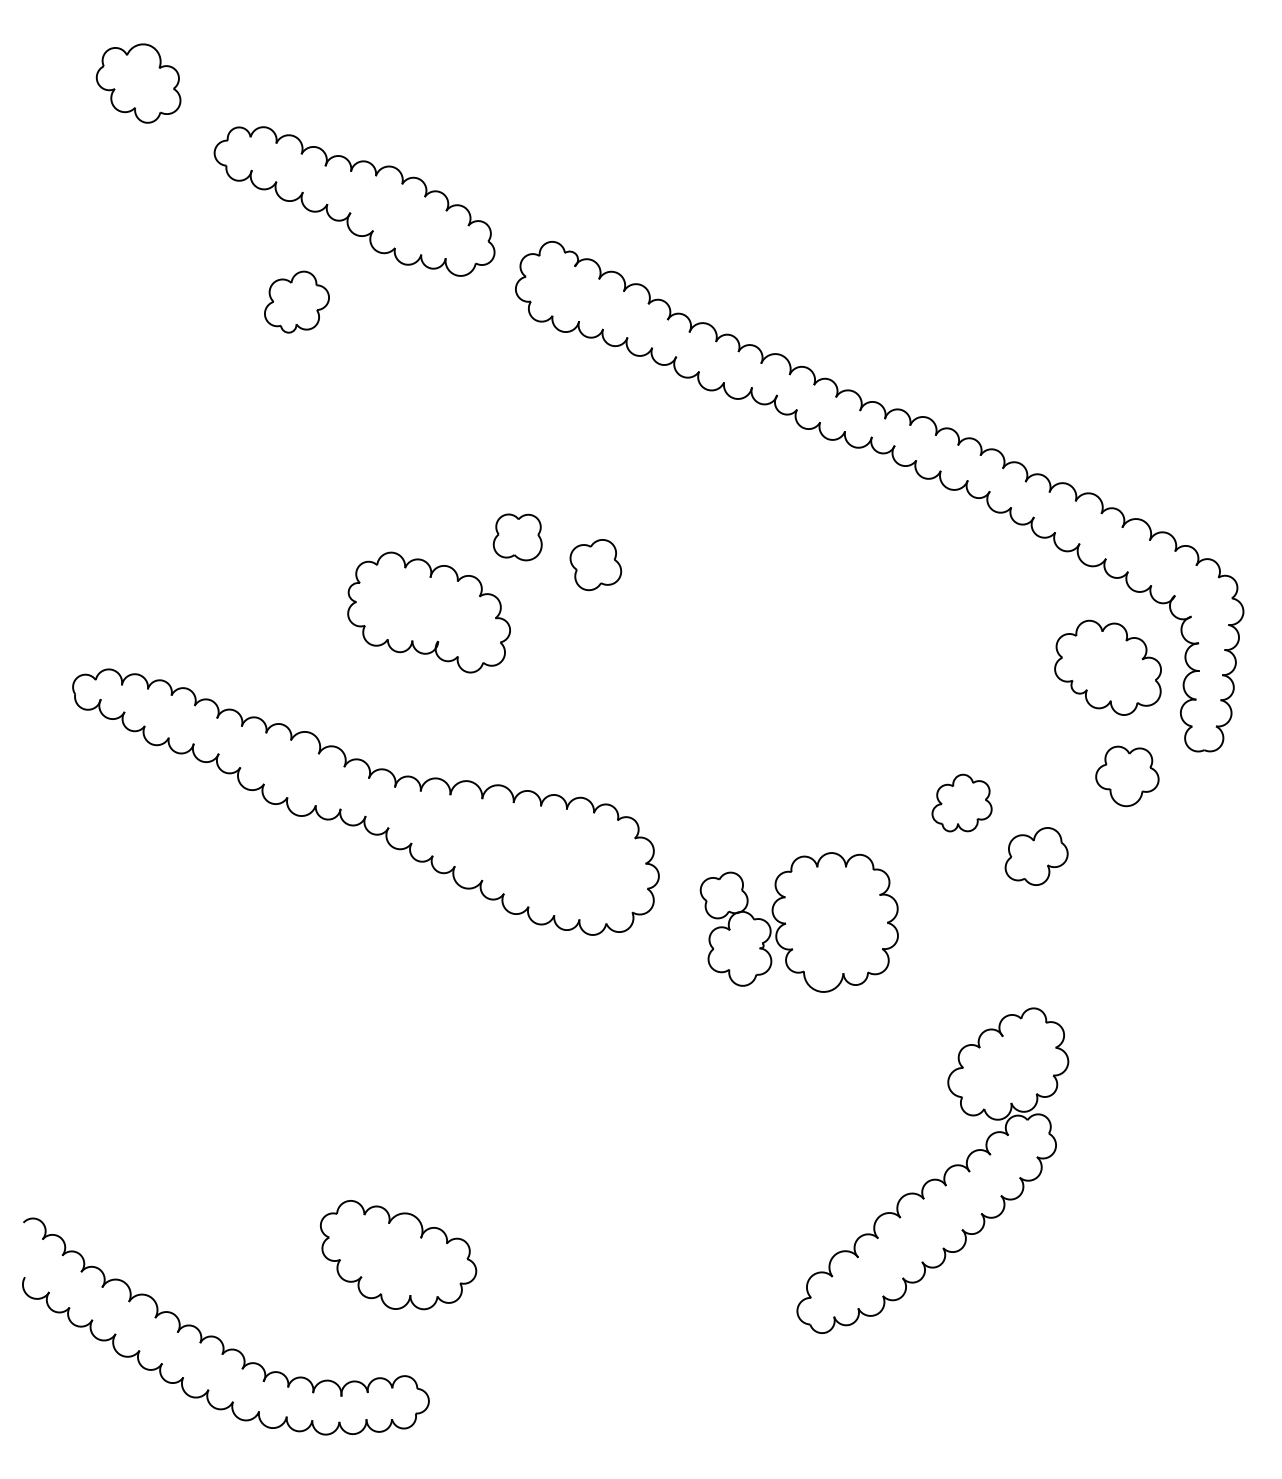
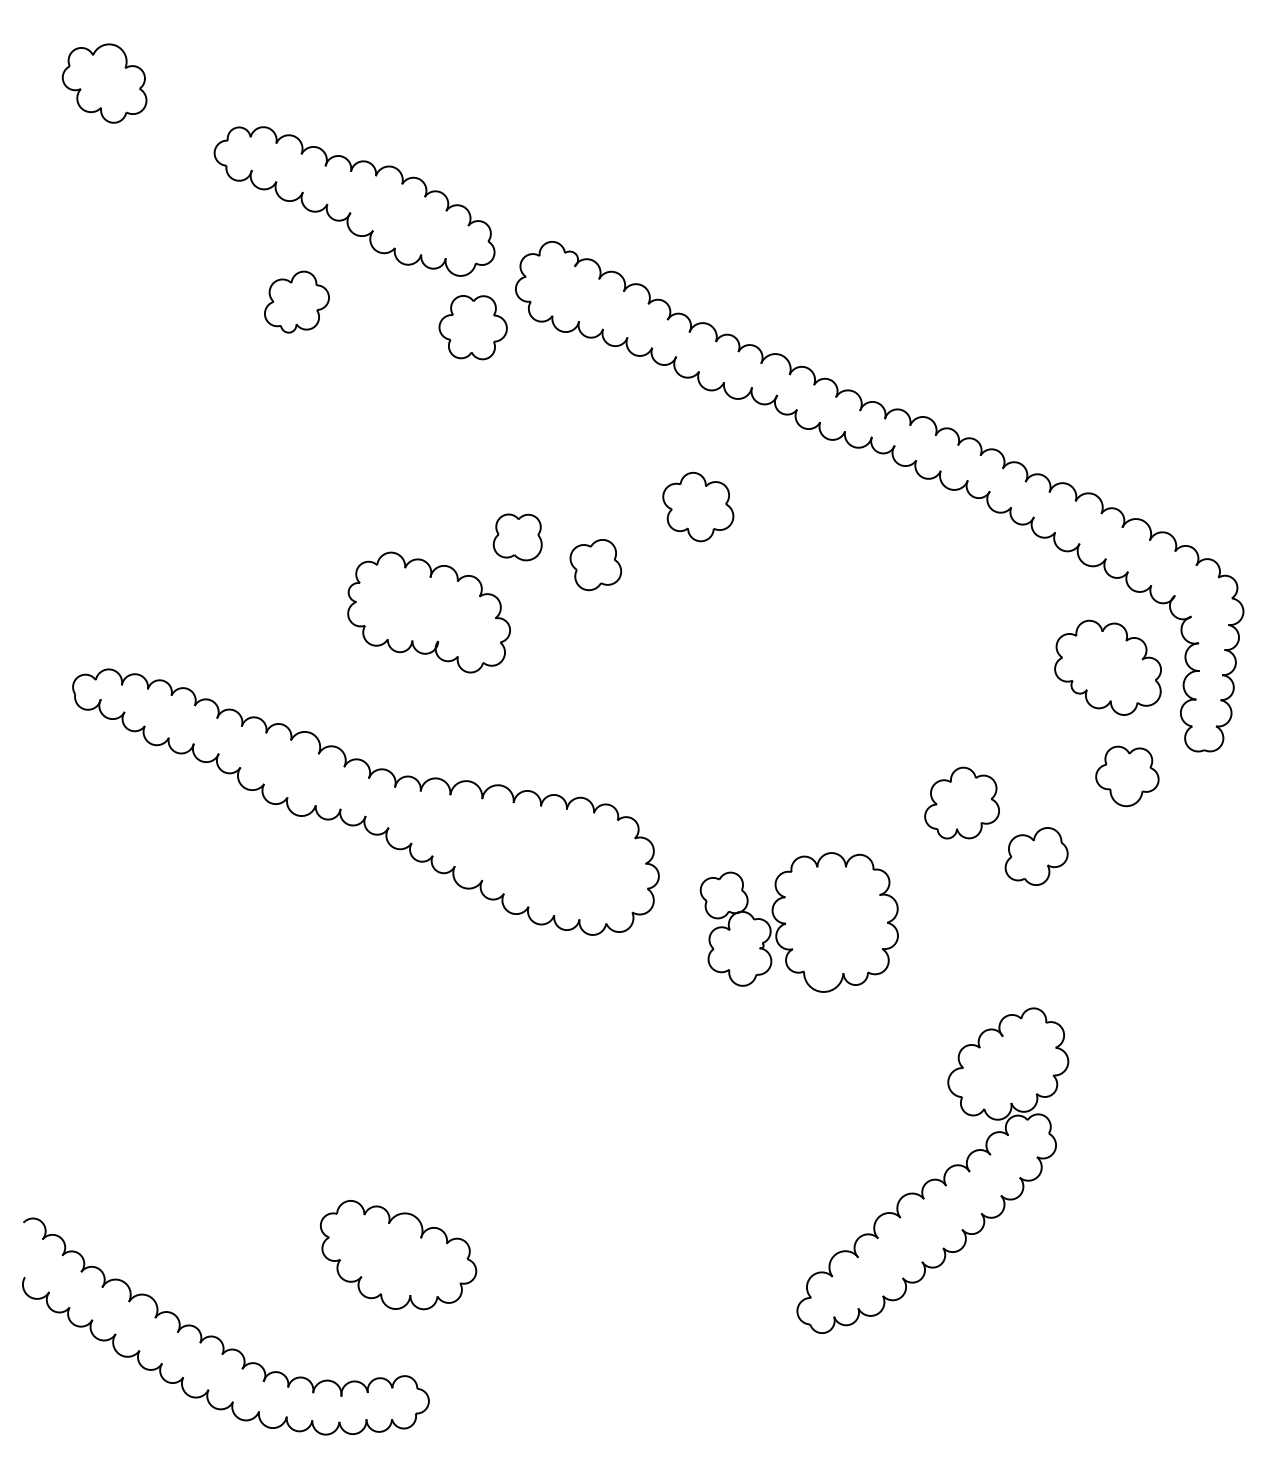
part at (138, 83) position: (138, 83) -> (104, 83)
part at (472, 327): none -> present
part at (698, 506): none -> present
part at (961, 802) size: 62x60 px -> 76x74 px
